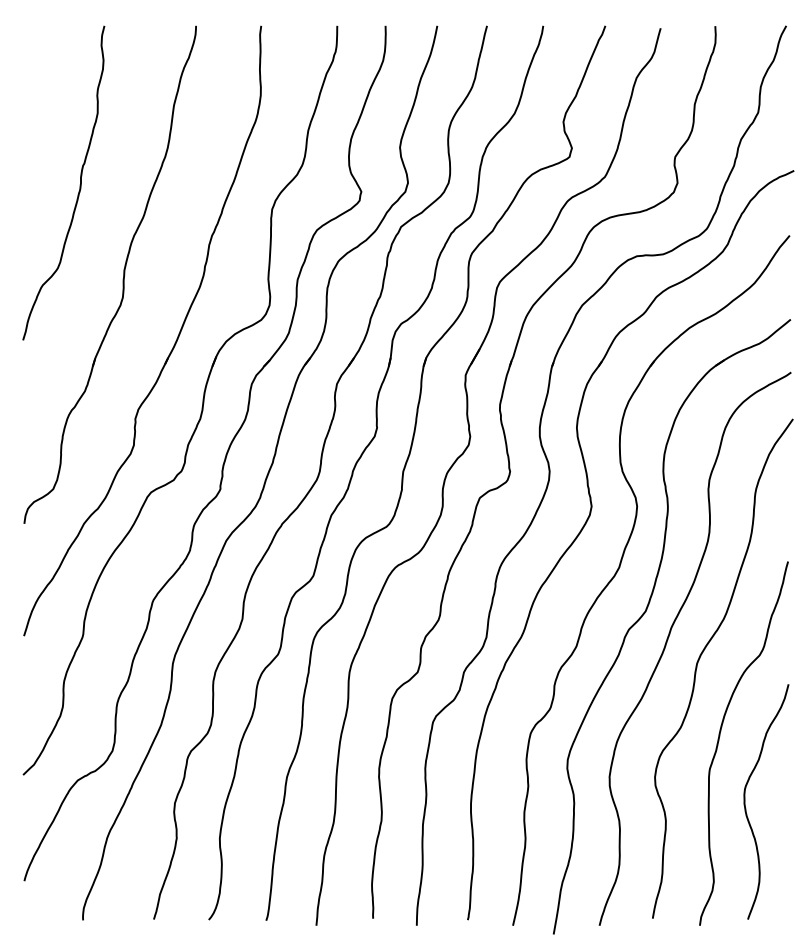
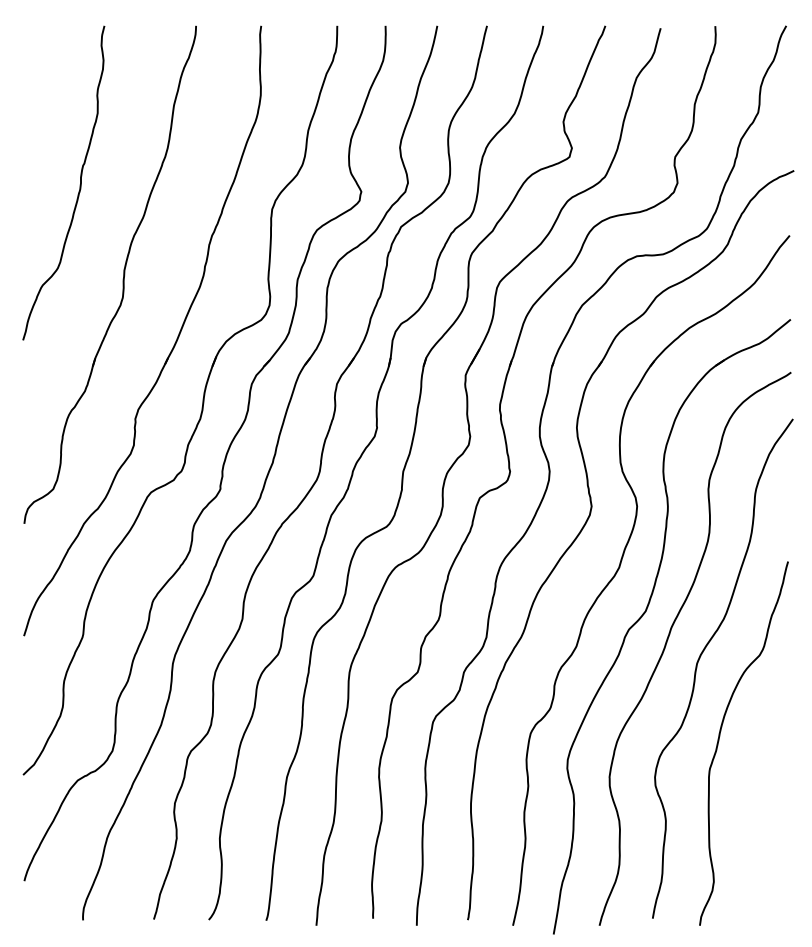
curve at (745, 801): present -> none
